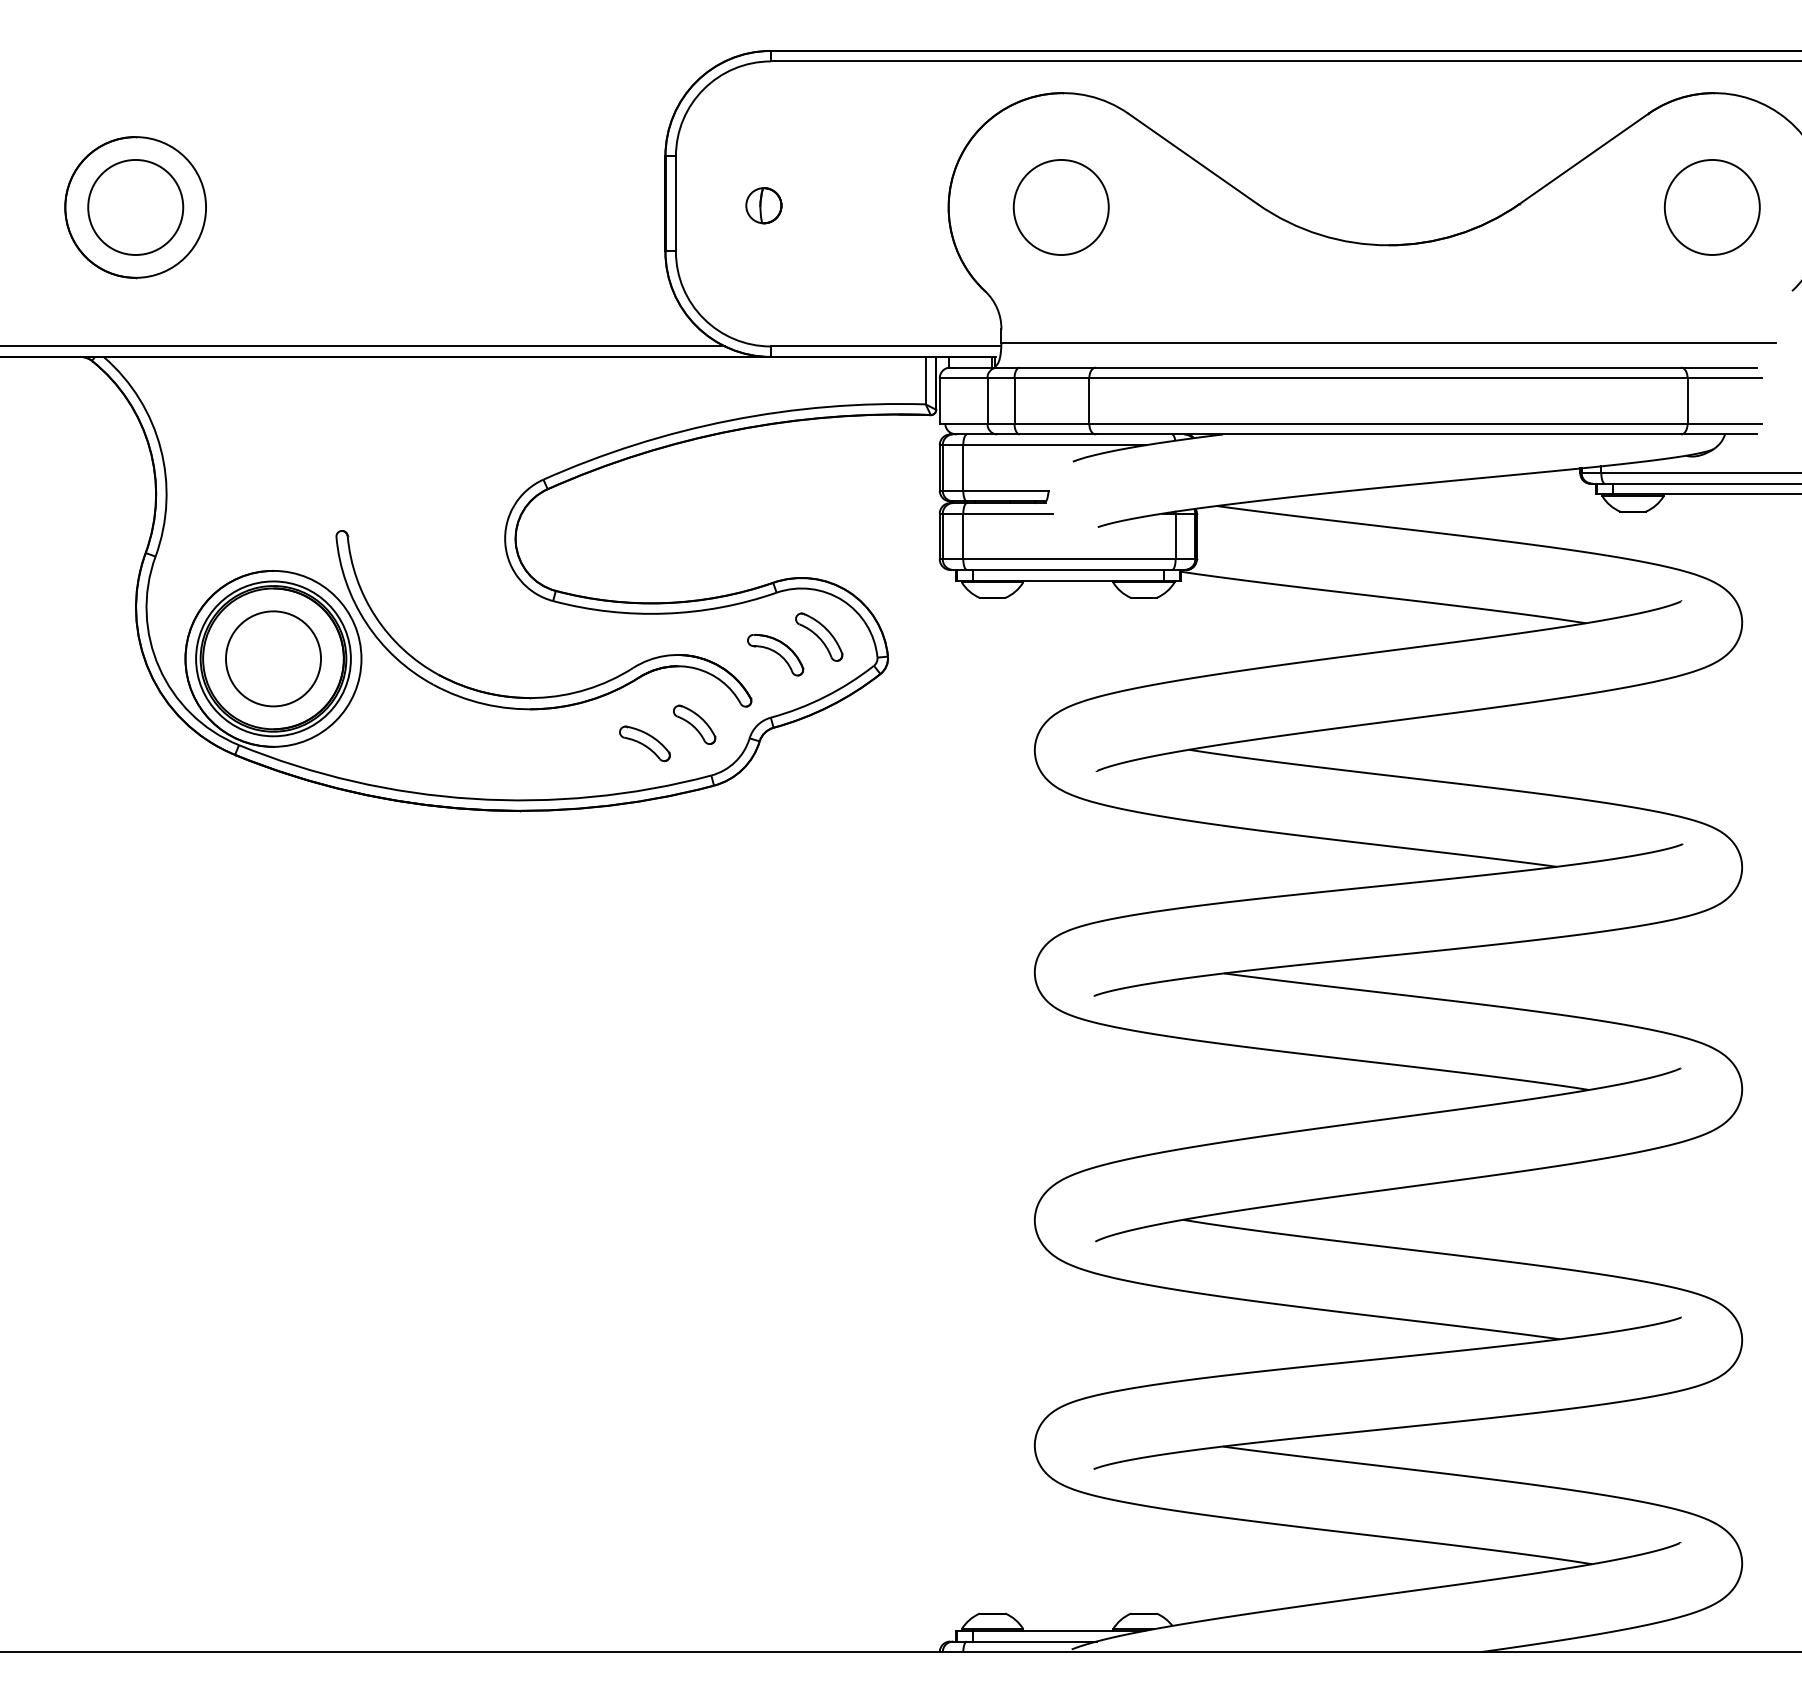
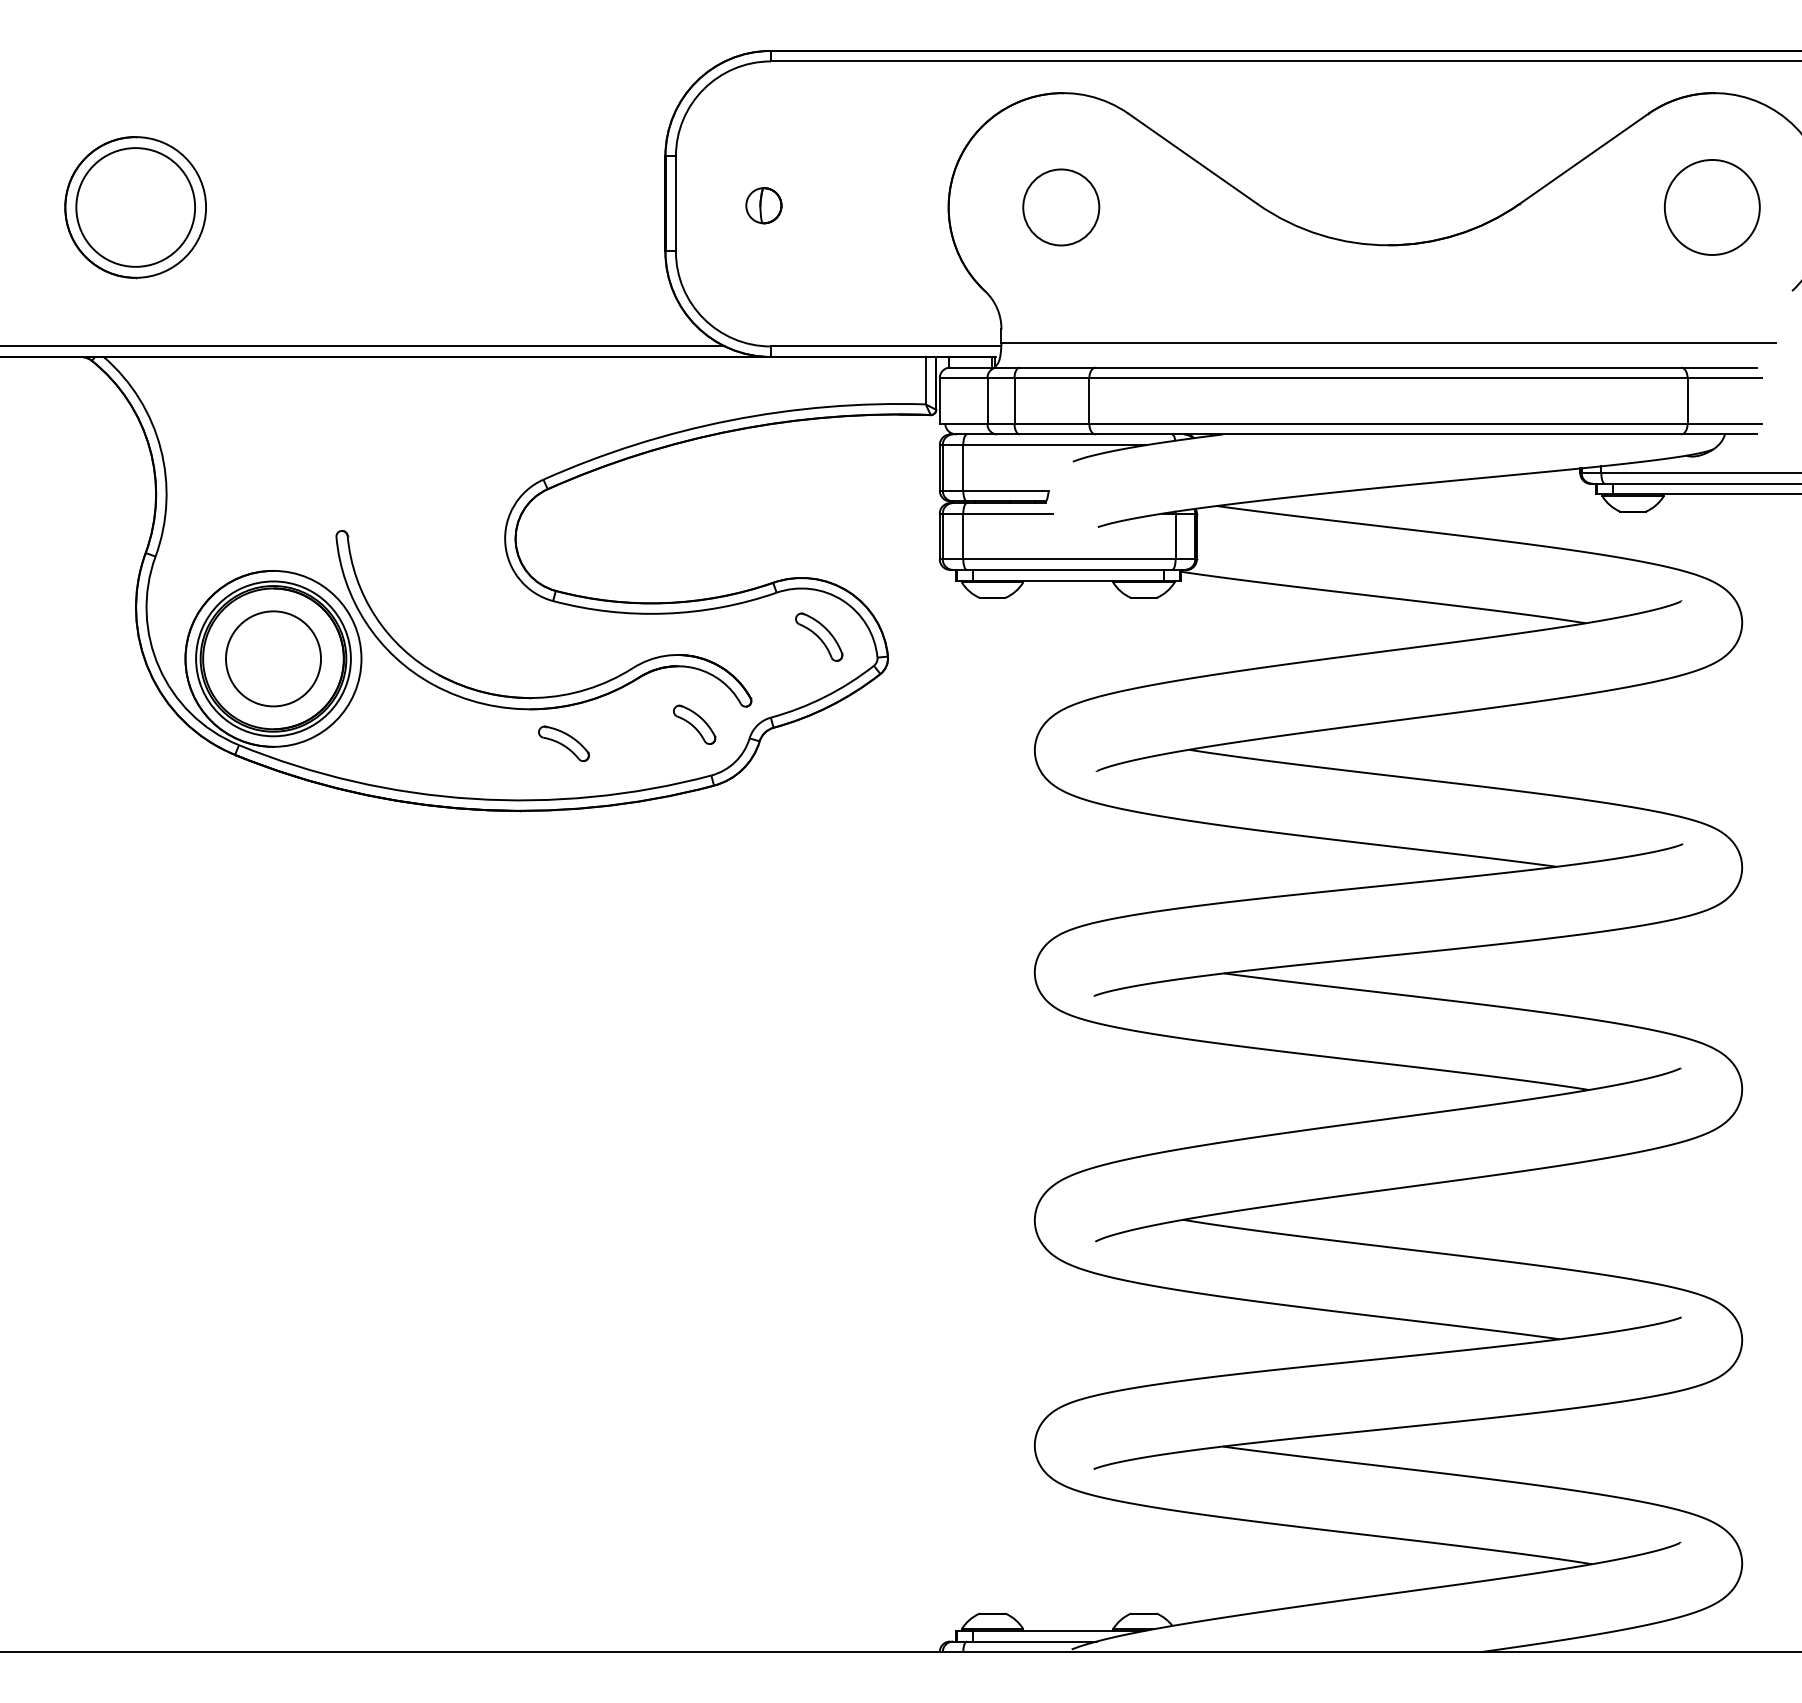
circle at (135, 206) diameter: 95 px -> 119 px
circle at (1060, 206) diameter: 95 px -> 76 px
part at (775, 655): present -> none
part at (644, 743) position: (644, 743) -> (563, 743)
